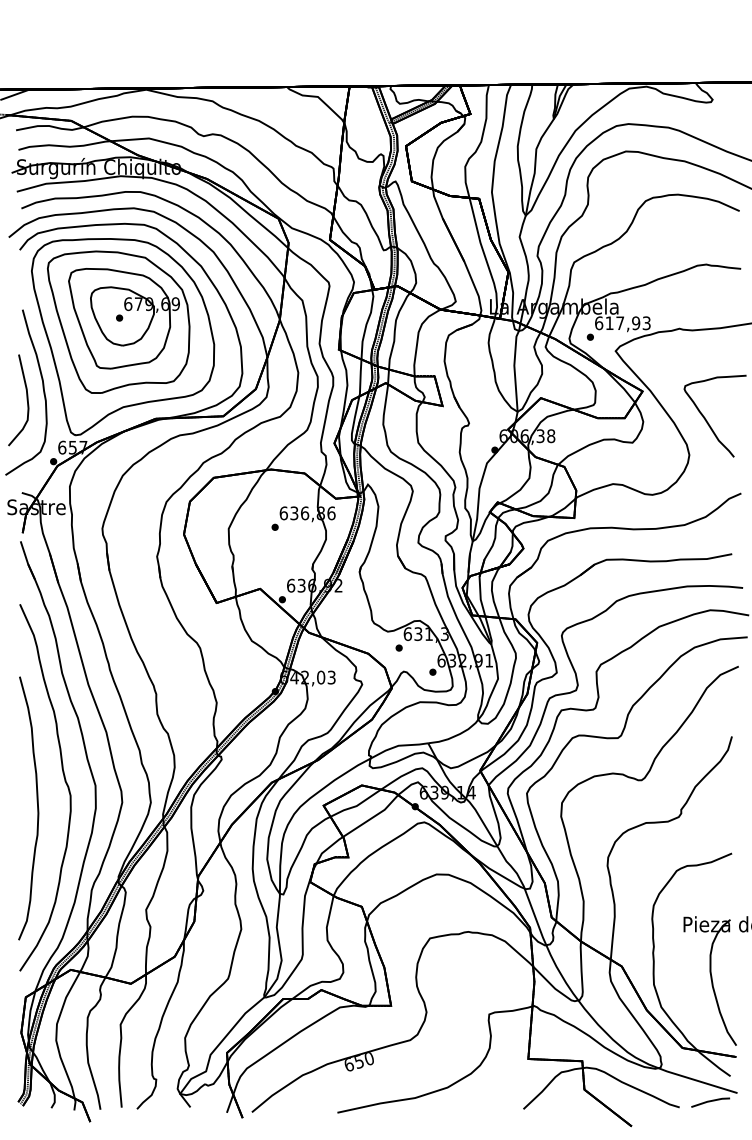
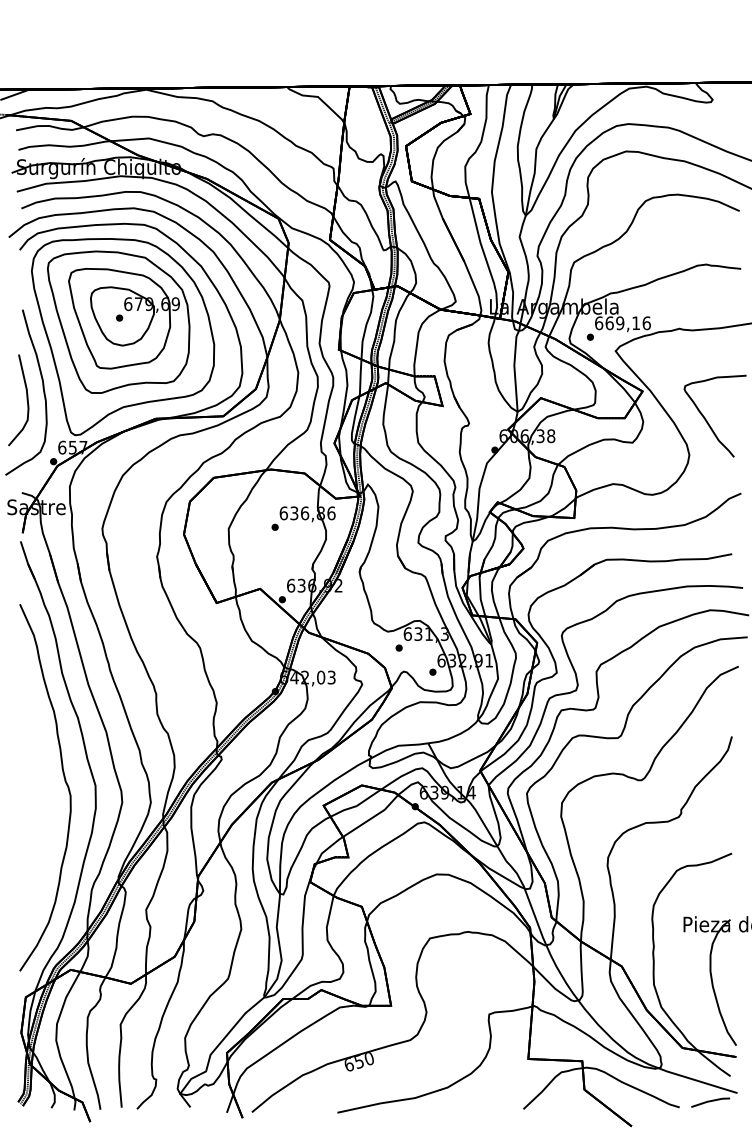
text at (627, 323): 617,93 -> 669,16
part at (37, 808): present -> none
